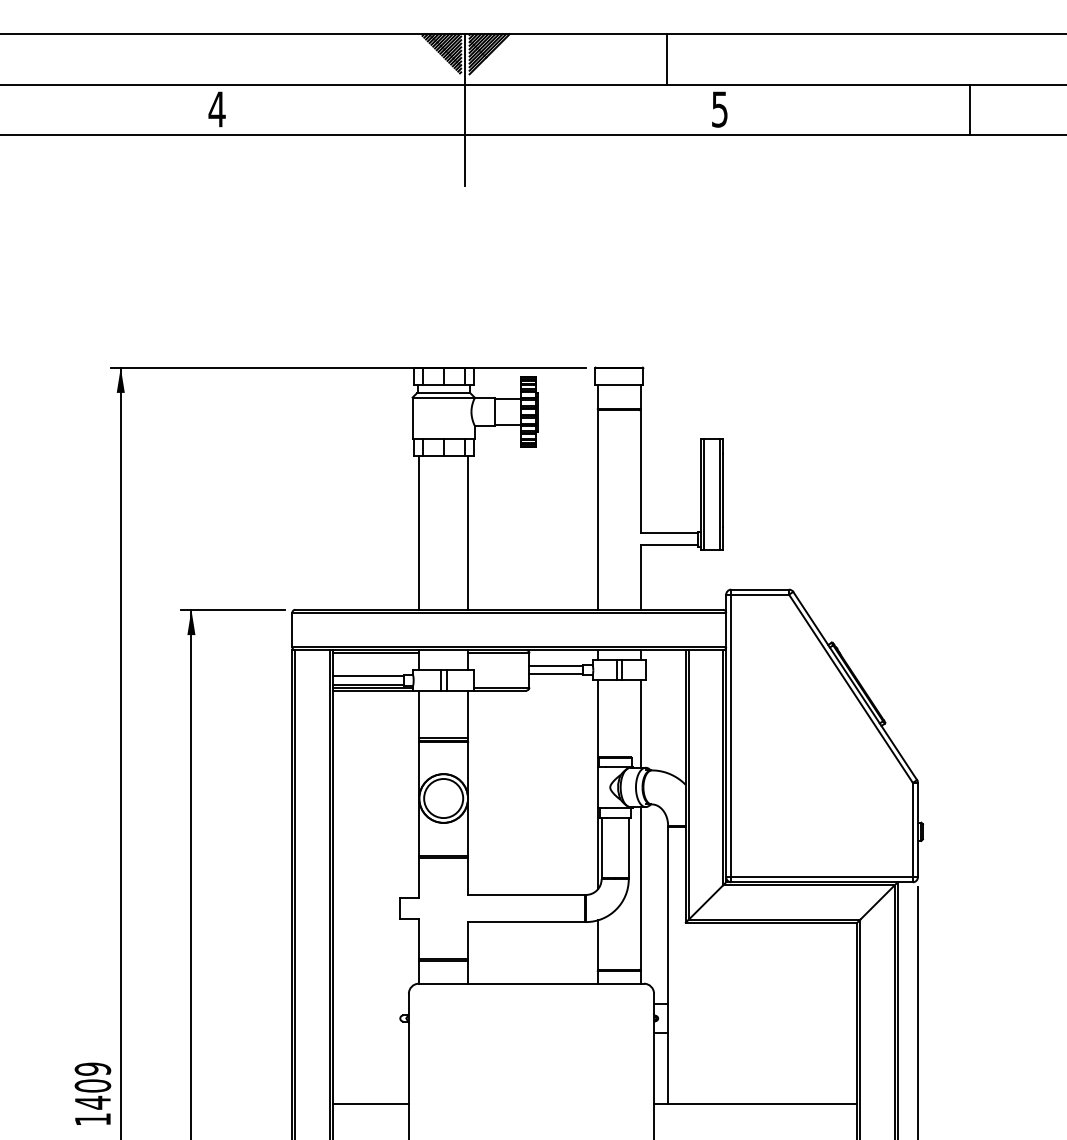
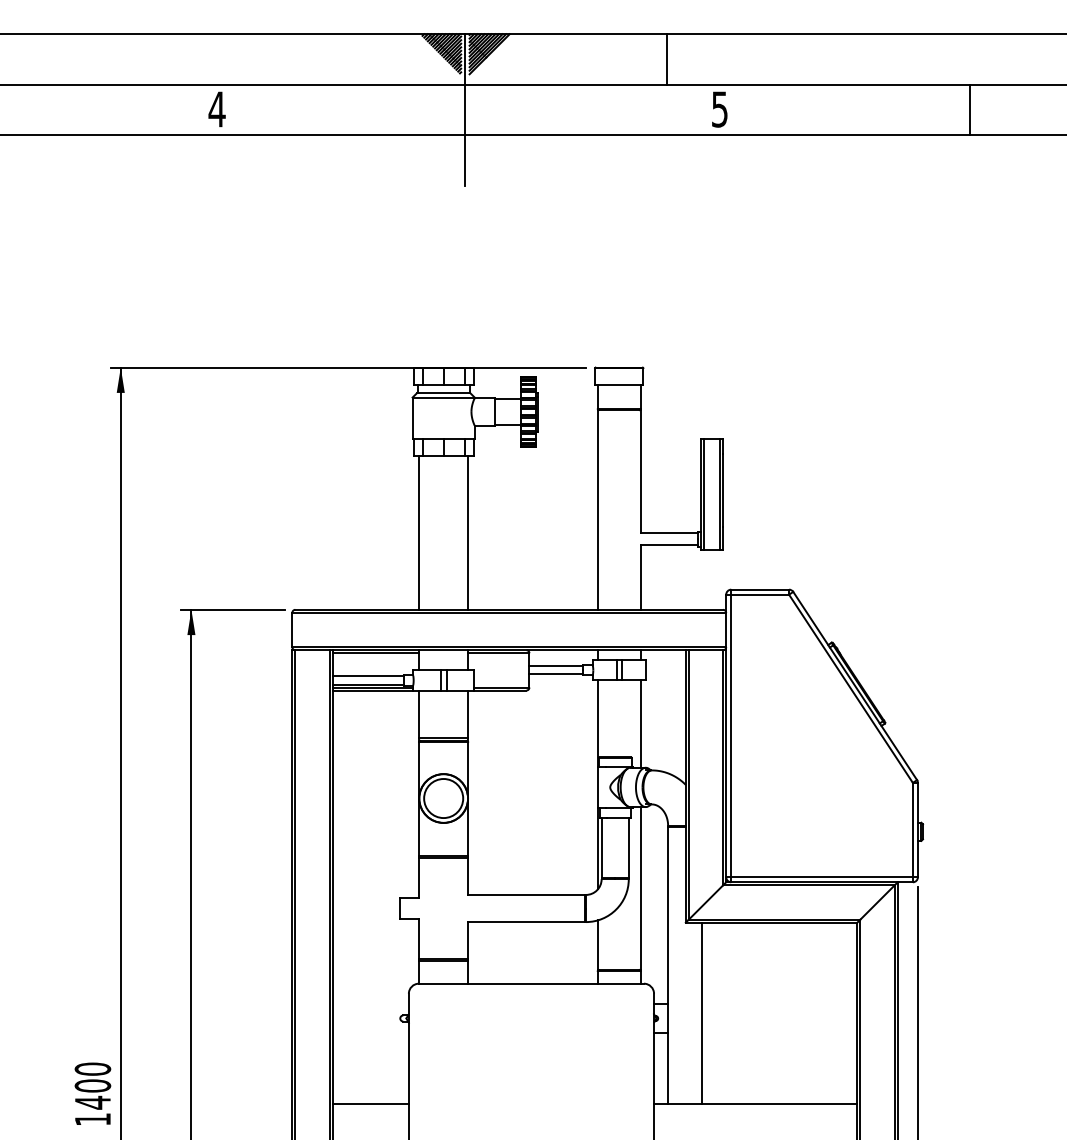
line at (702, 1013): none -> present
text at (92, 1068): 1409 -> 1400
